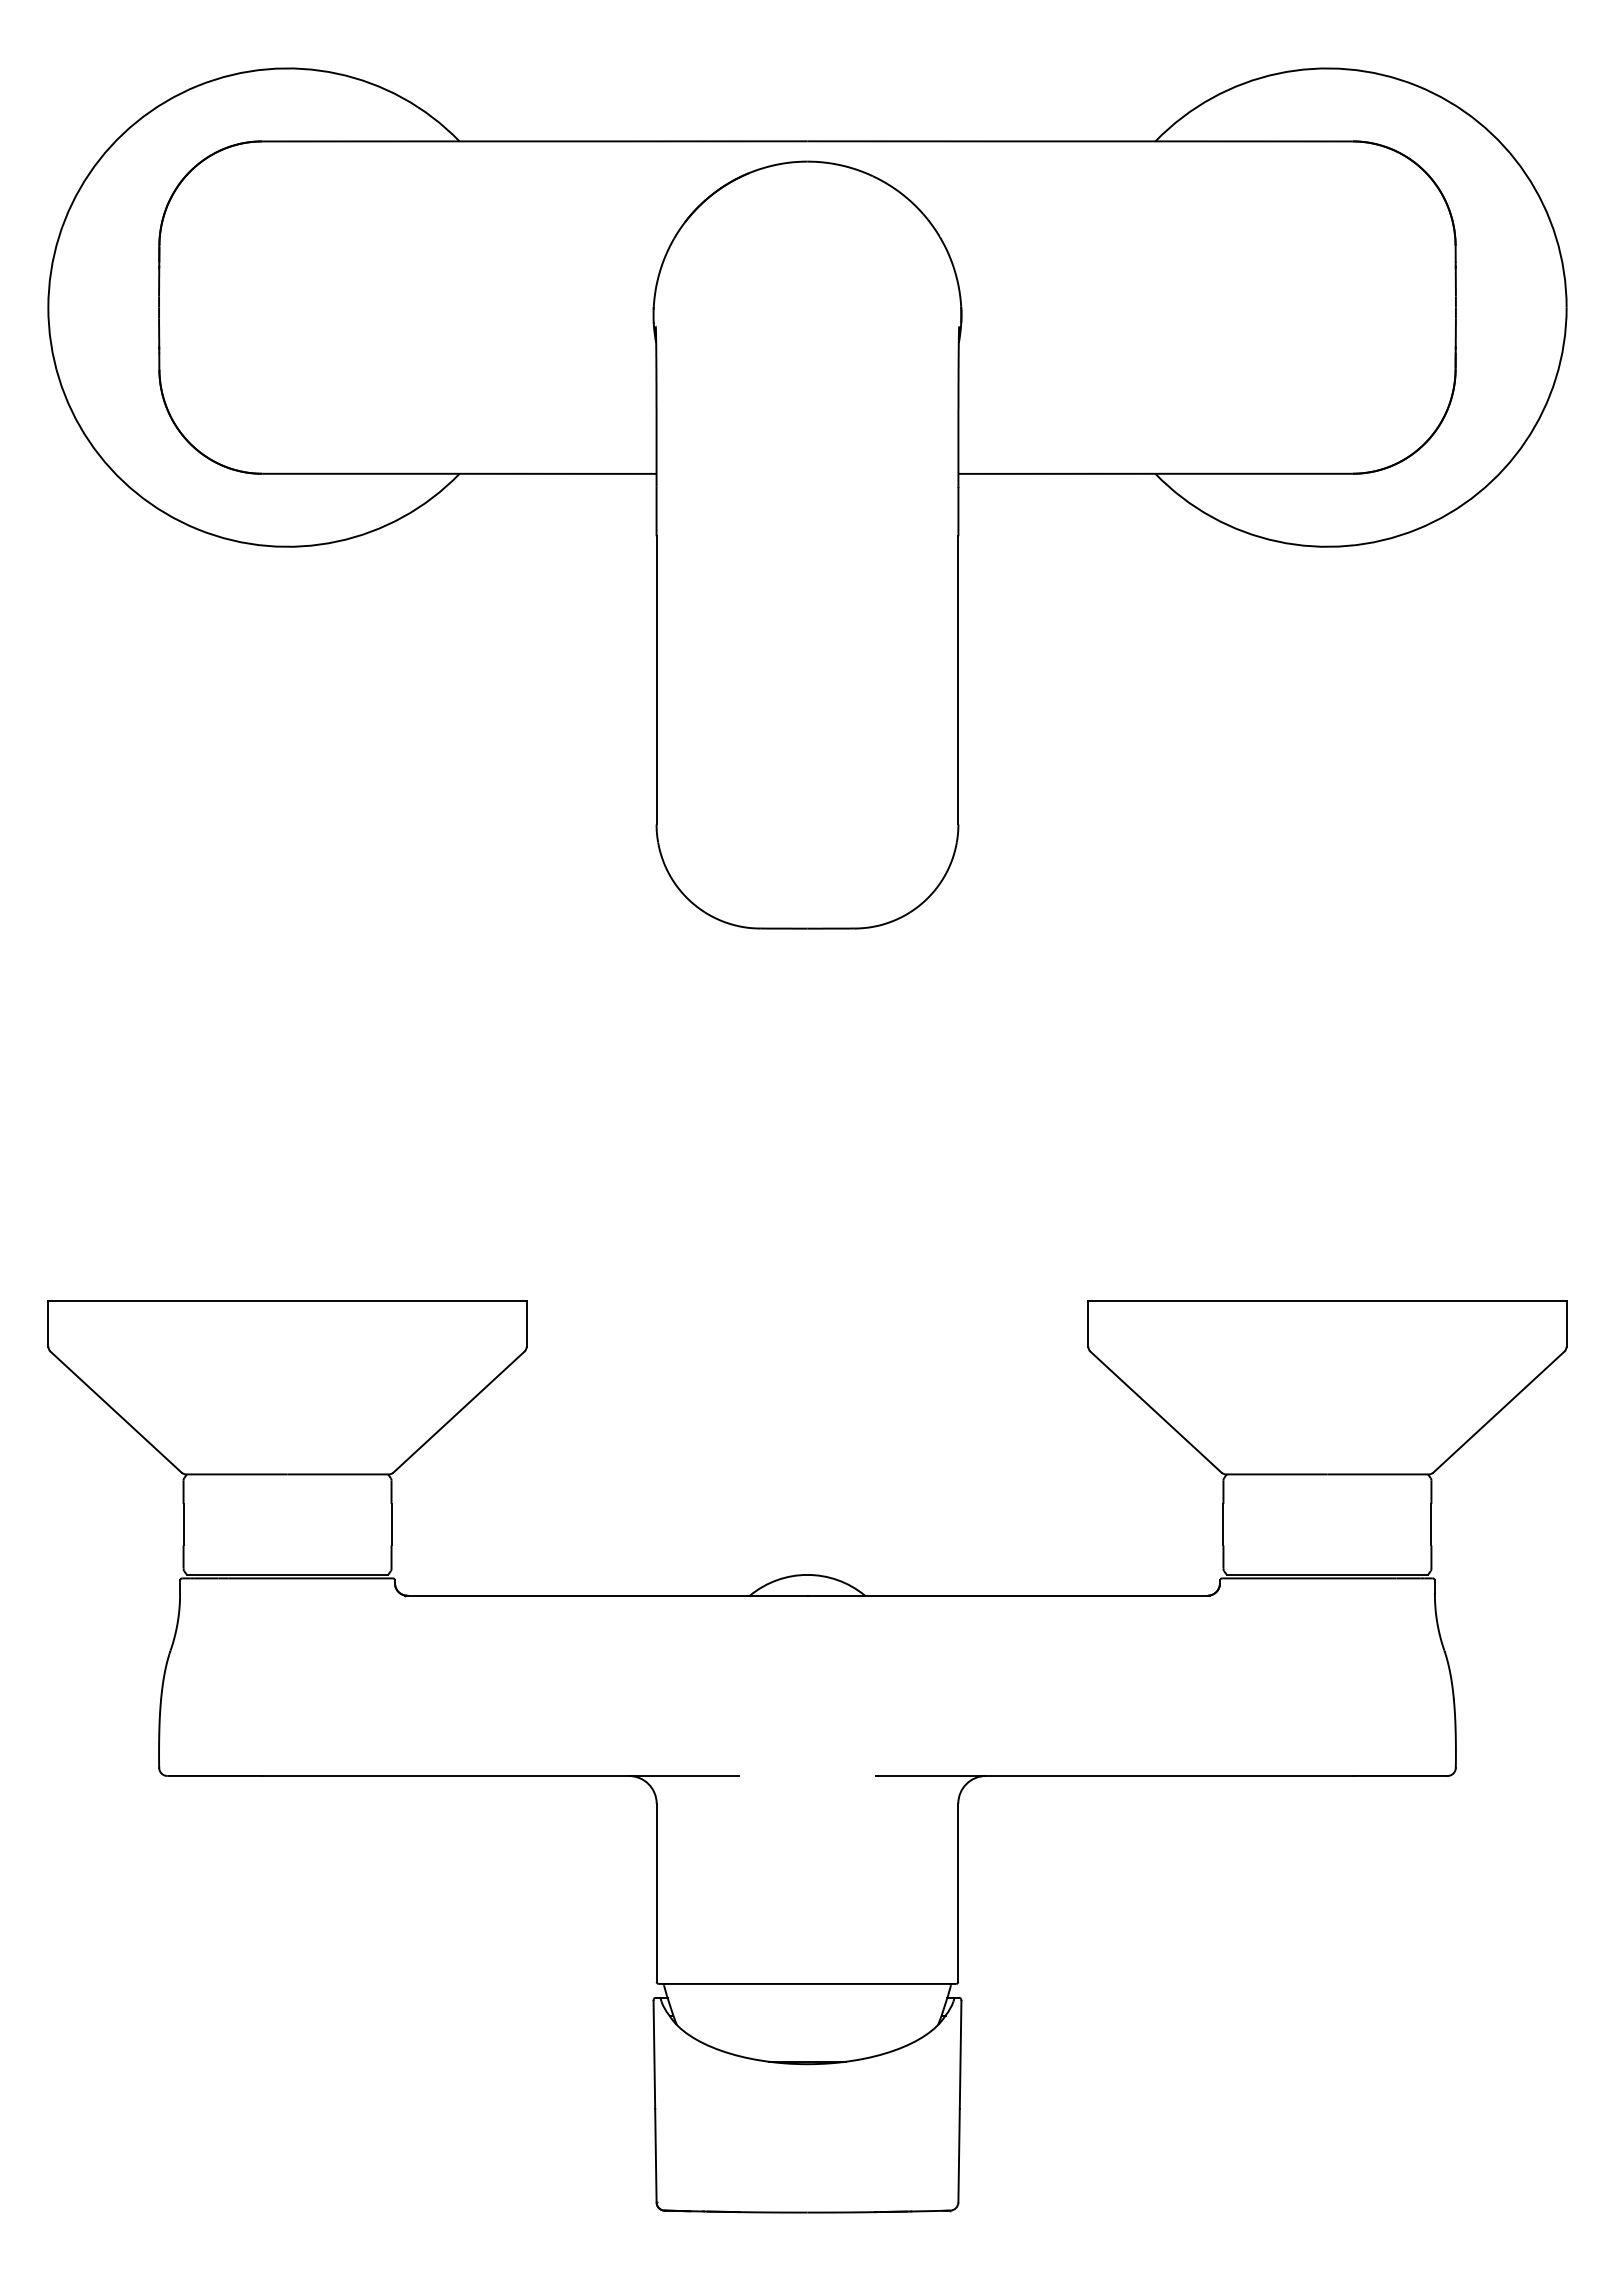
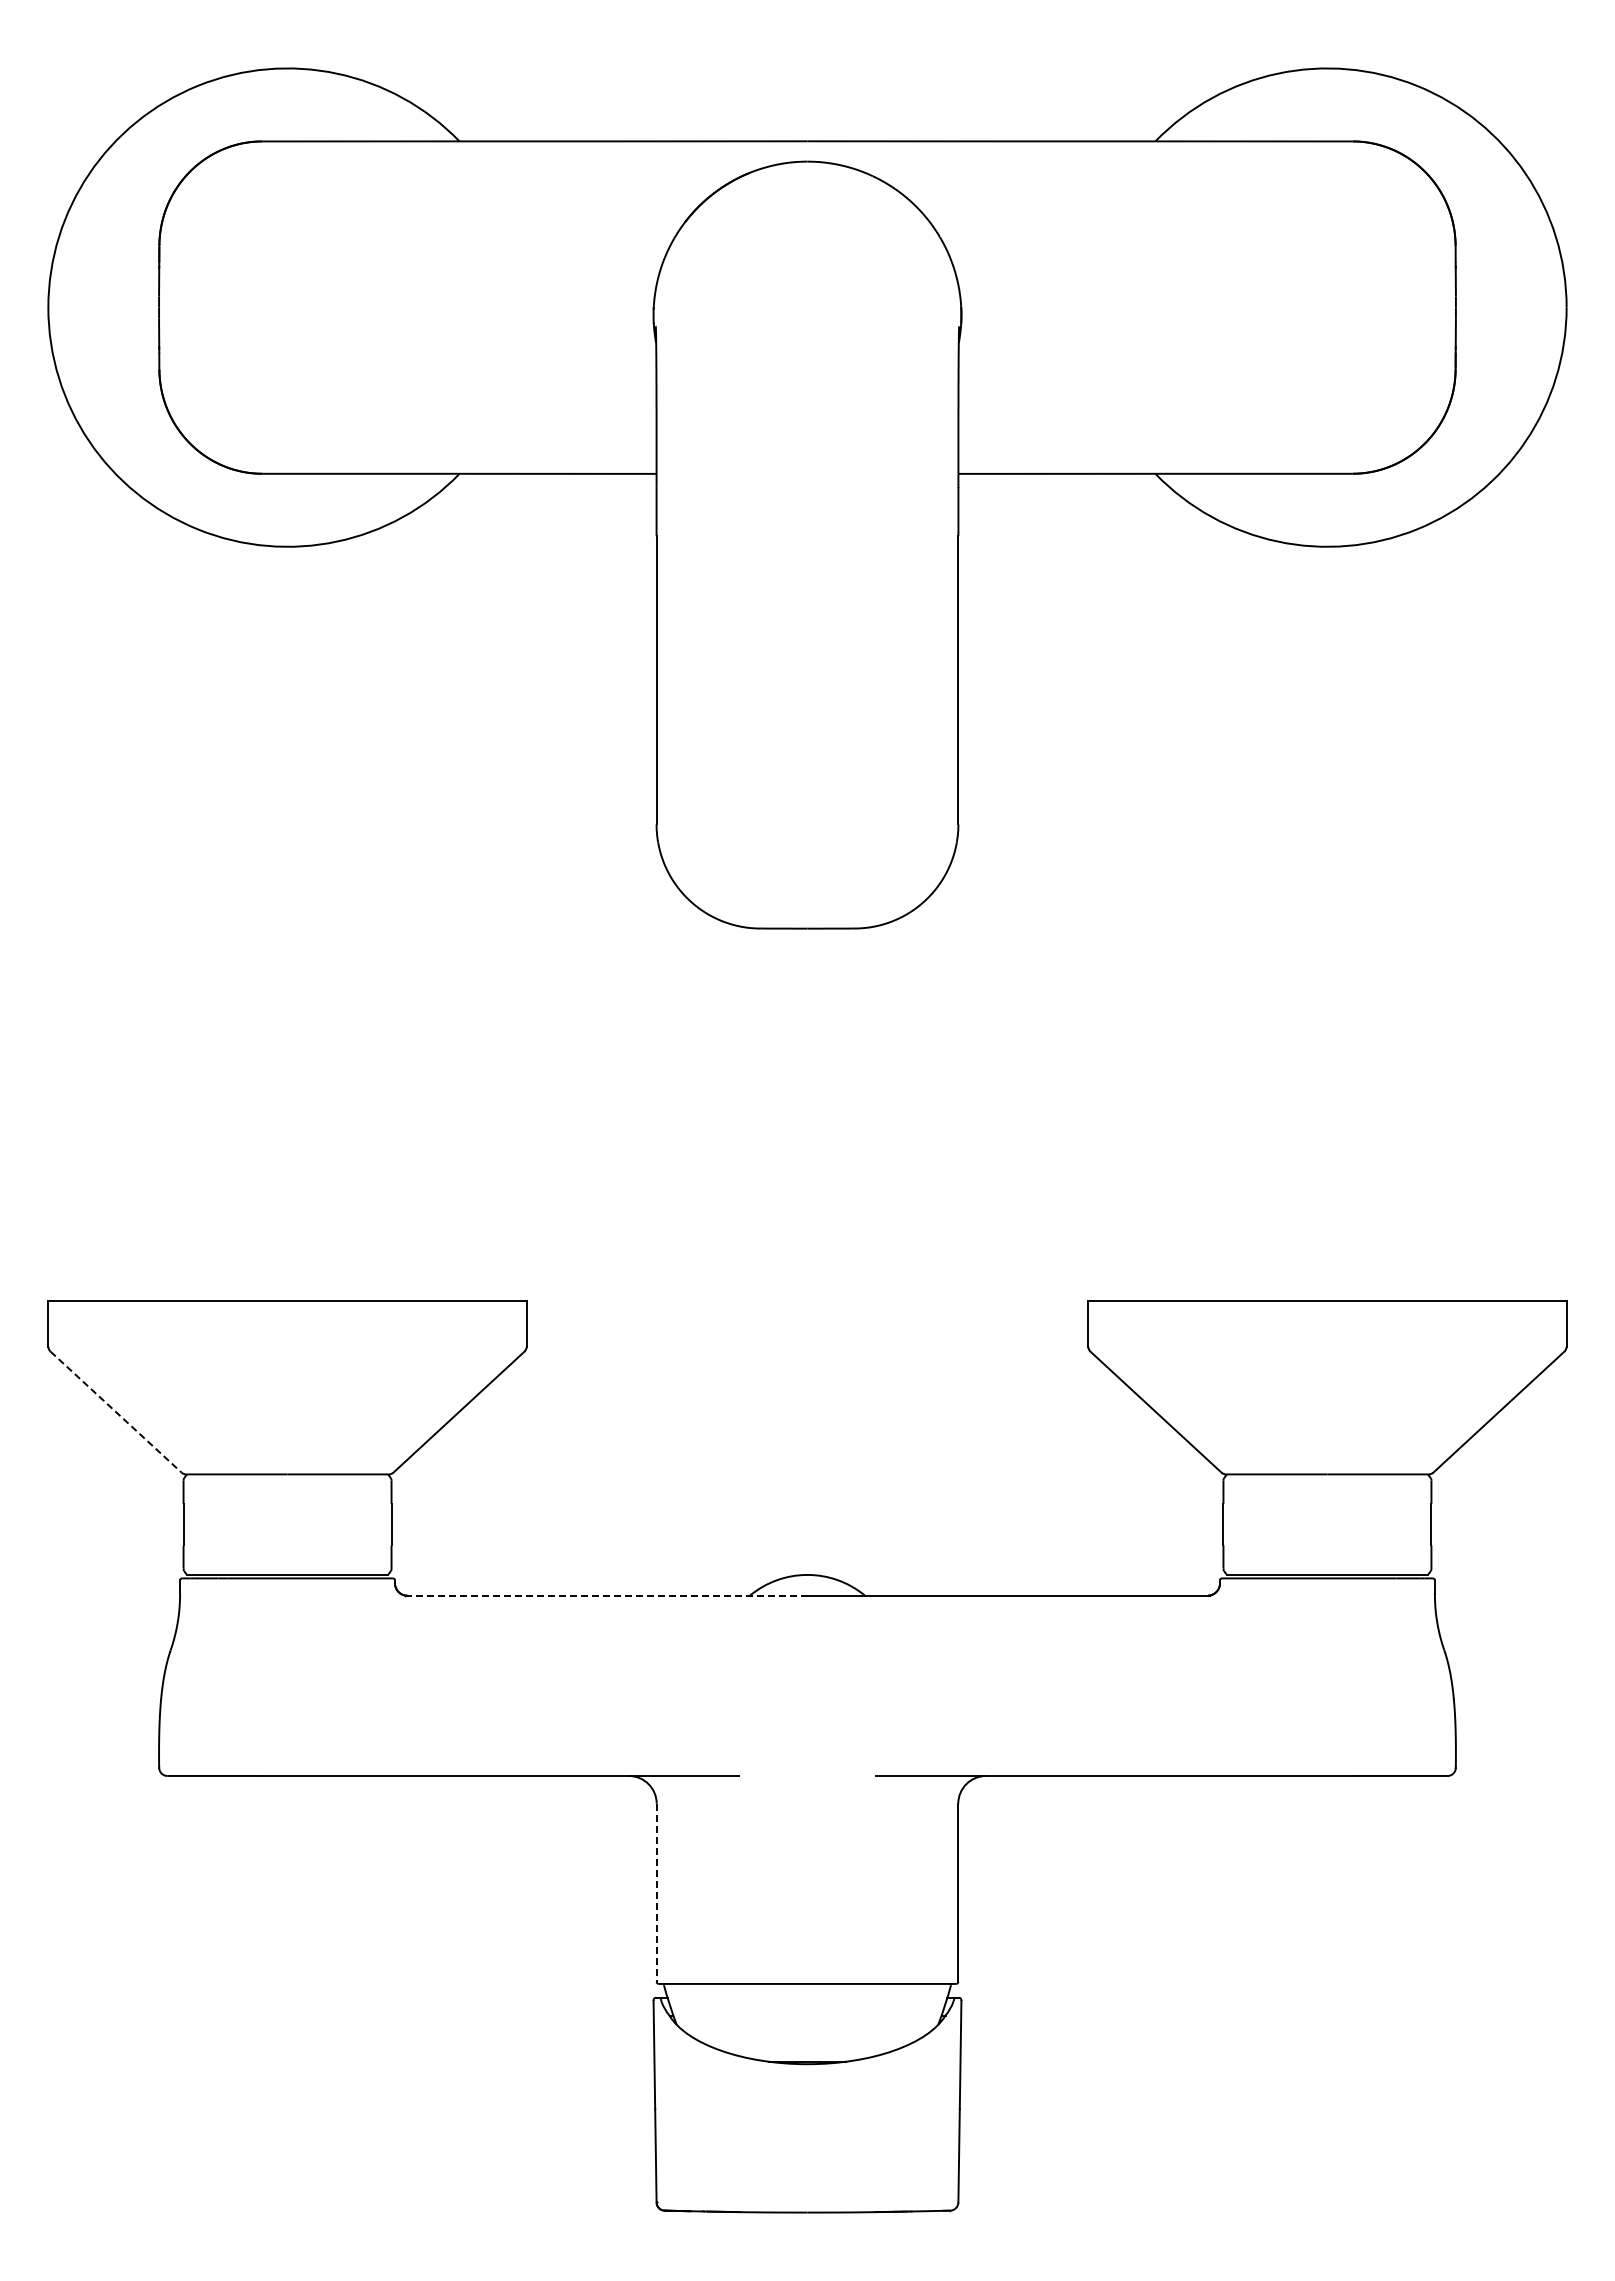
line at (116, 1412): solid -> dashed
line at (606, 1595): solid -> dashed
line at (656, 1893): solid -> dashed
